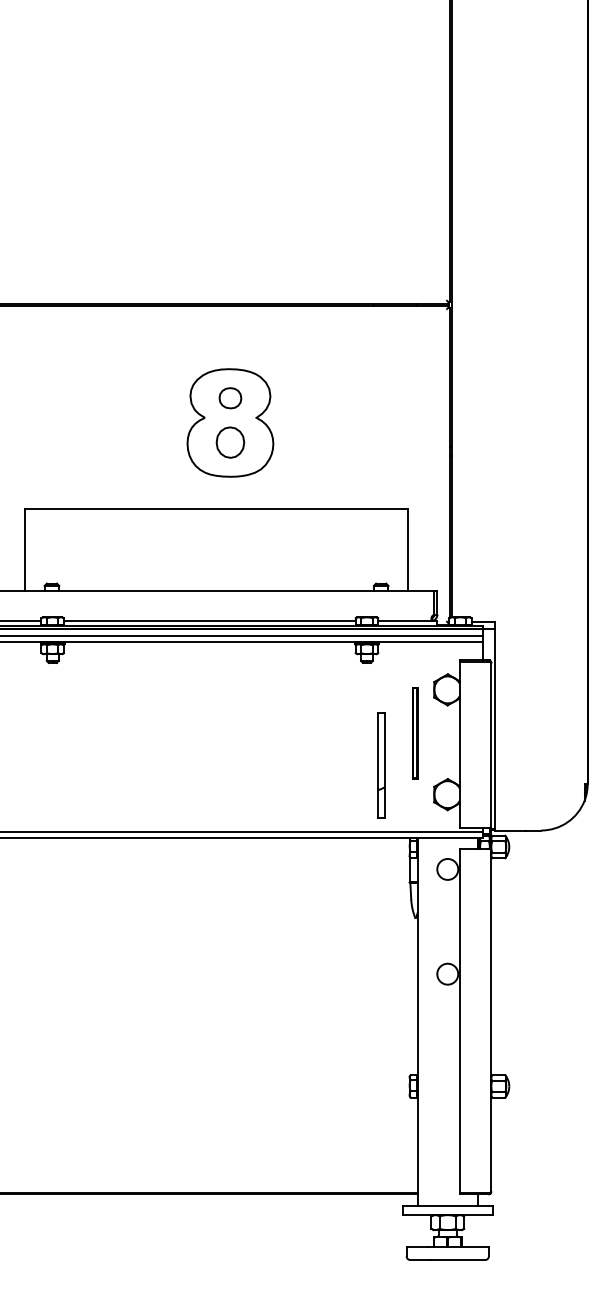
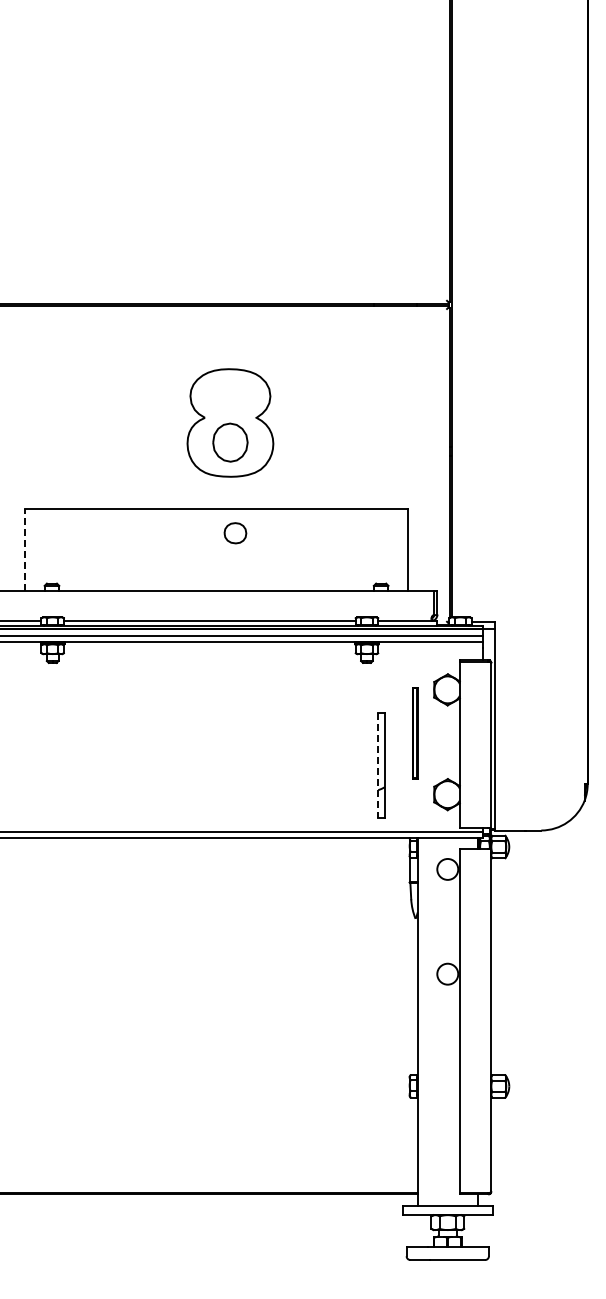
part at (230, 398) position: (230, 398) -> (235, 533)
part at (230, 442) size: 31x33 px -> 37x41 px
line at (25, 549): solid -> dashed
line at (378, 765): solid -> dashed
